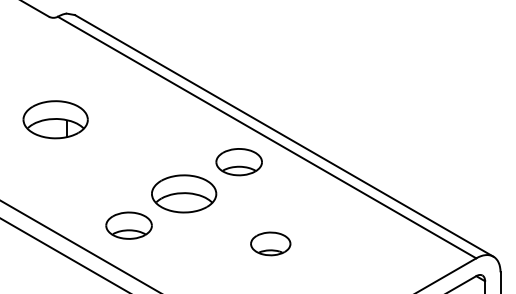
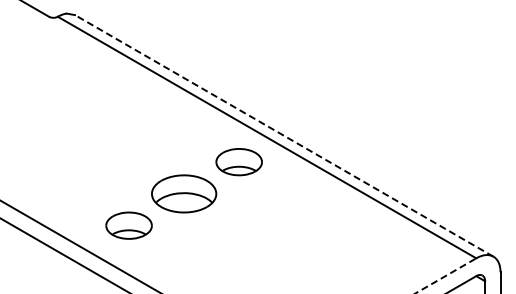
part at (55, 119): present -> none
line at (284, 135): solid -> dashed
part at (270, 243): present -> none
line at (445, 275): solid -> dashed
